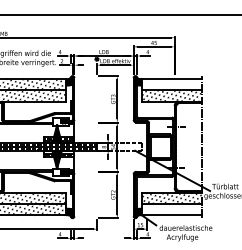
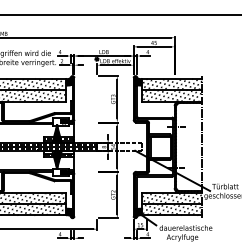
hatch at (172, 84): none -> present
hatch at (171, 209): none -> present
